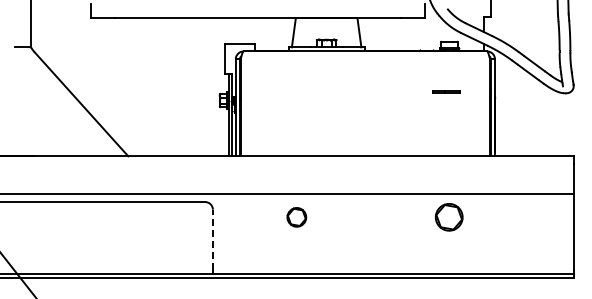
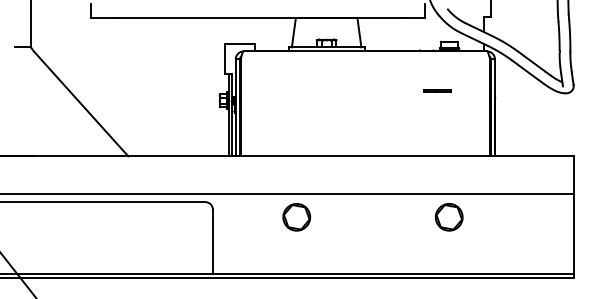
line at (446, 91) position: (446, 91) -> (437, 90)
part at (296, 217) size: 22x21 px -> 30x29 px
line at (212, 239): dashed -> solid
